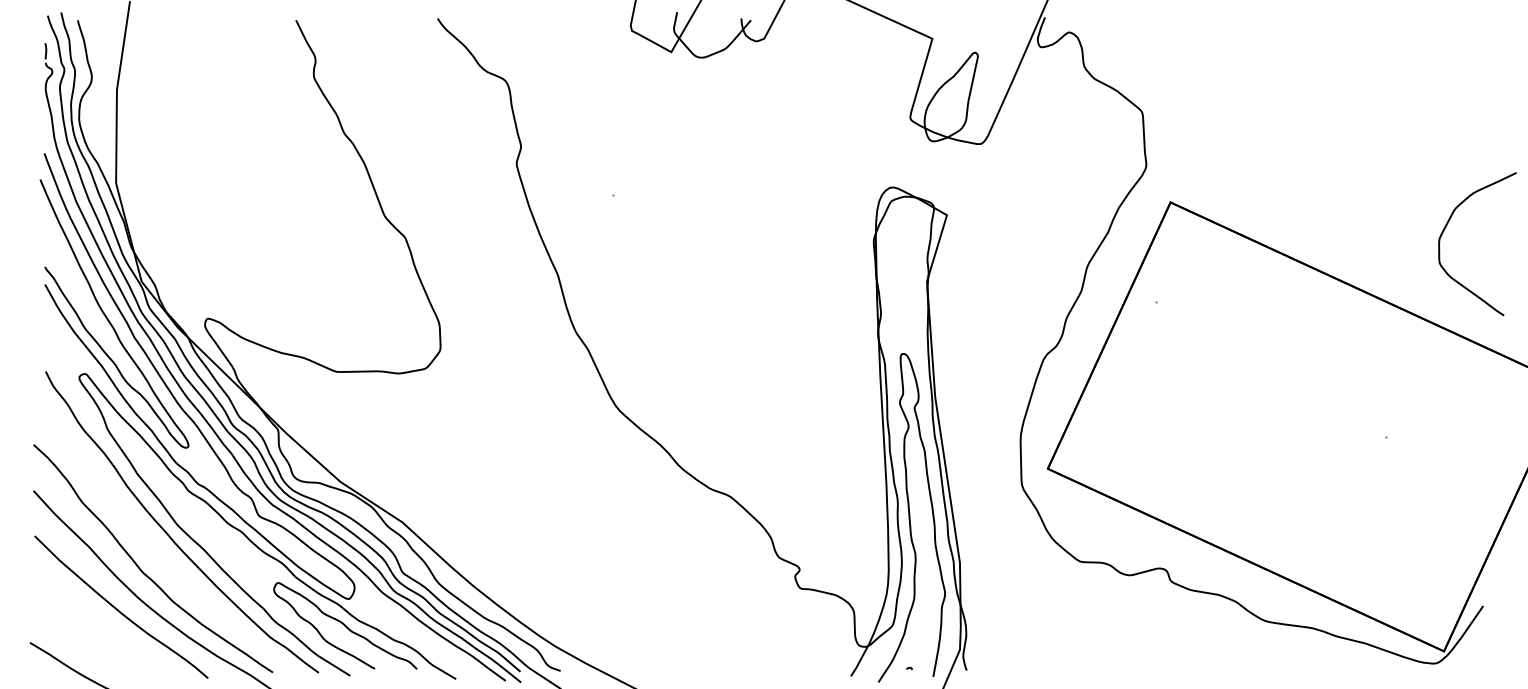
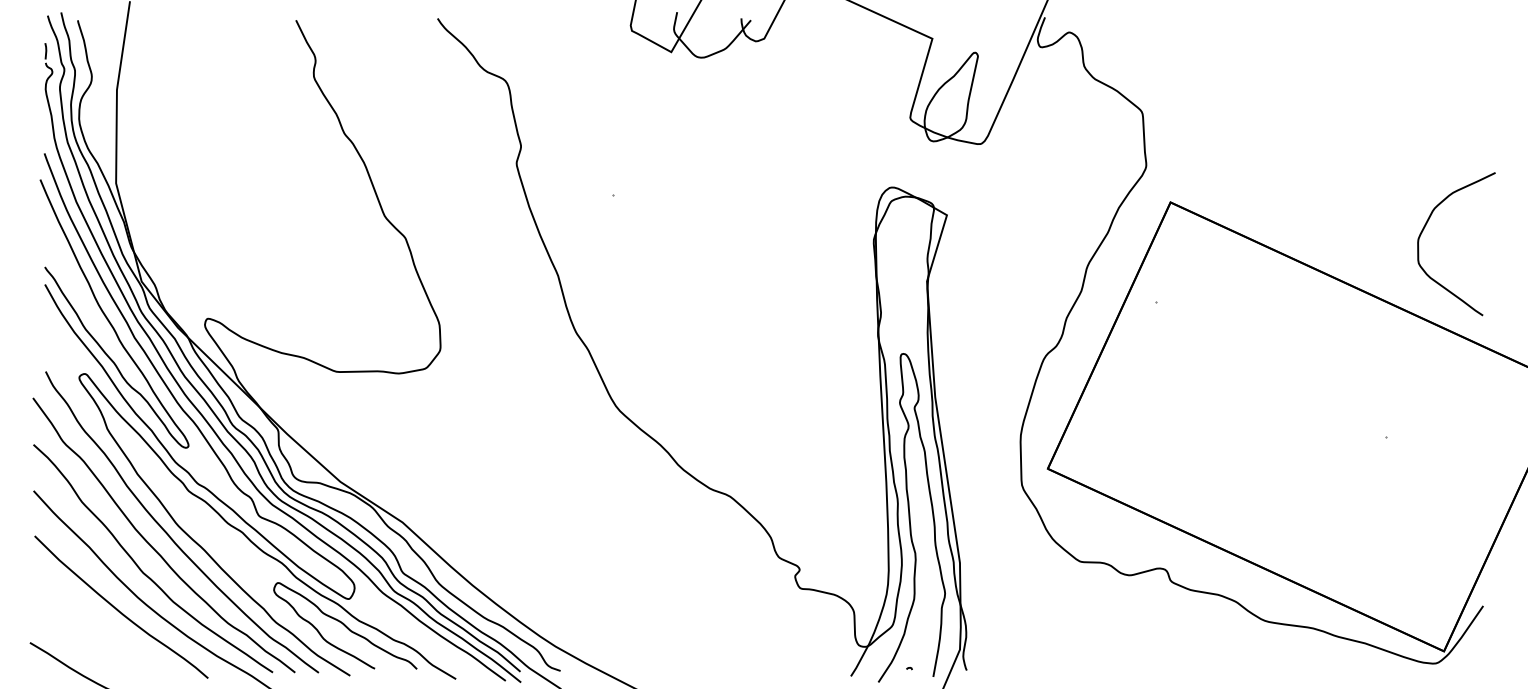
curve at (1445, 229) position: (1445, 229) -> (1424, 229)
curve at (152, 546): none -> present
